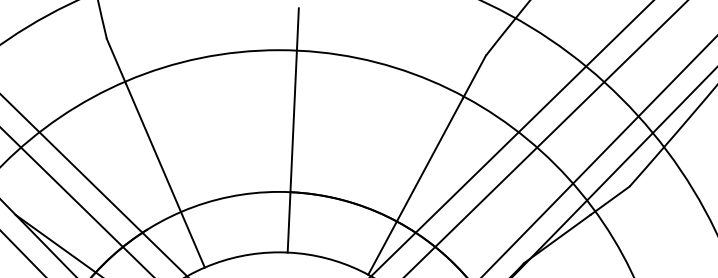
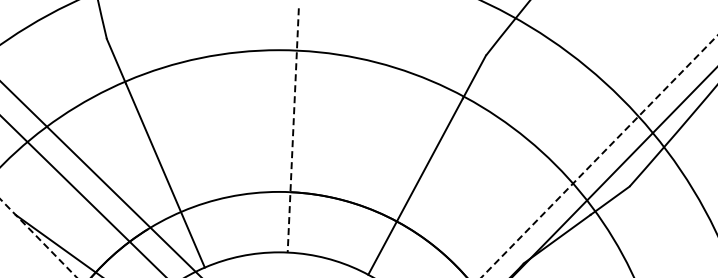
line at (293, 130): solid -> dashed
line at (512, 138): present -> none
line at (546, 138): present -> none
line at (599, 156): solid -> dashed
line at (93, 184) position: (93, 184) -> (100, 178)
line at (76, 201) position: (76, 201) -> (82, 195)
line at (38, 238): solid -> dashed
line at (22, 253): present -> none
